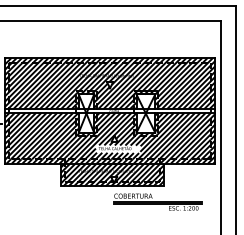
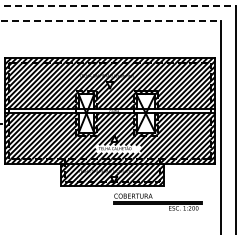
line at (118, 6): solid -> dashed
line at (111, 21): solid -> dashed
